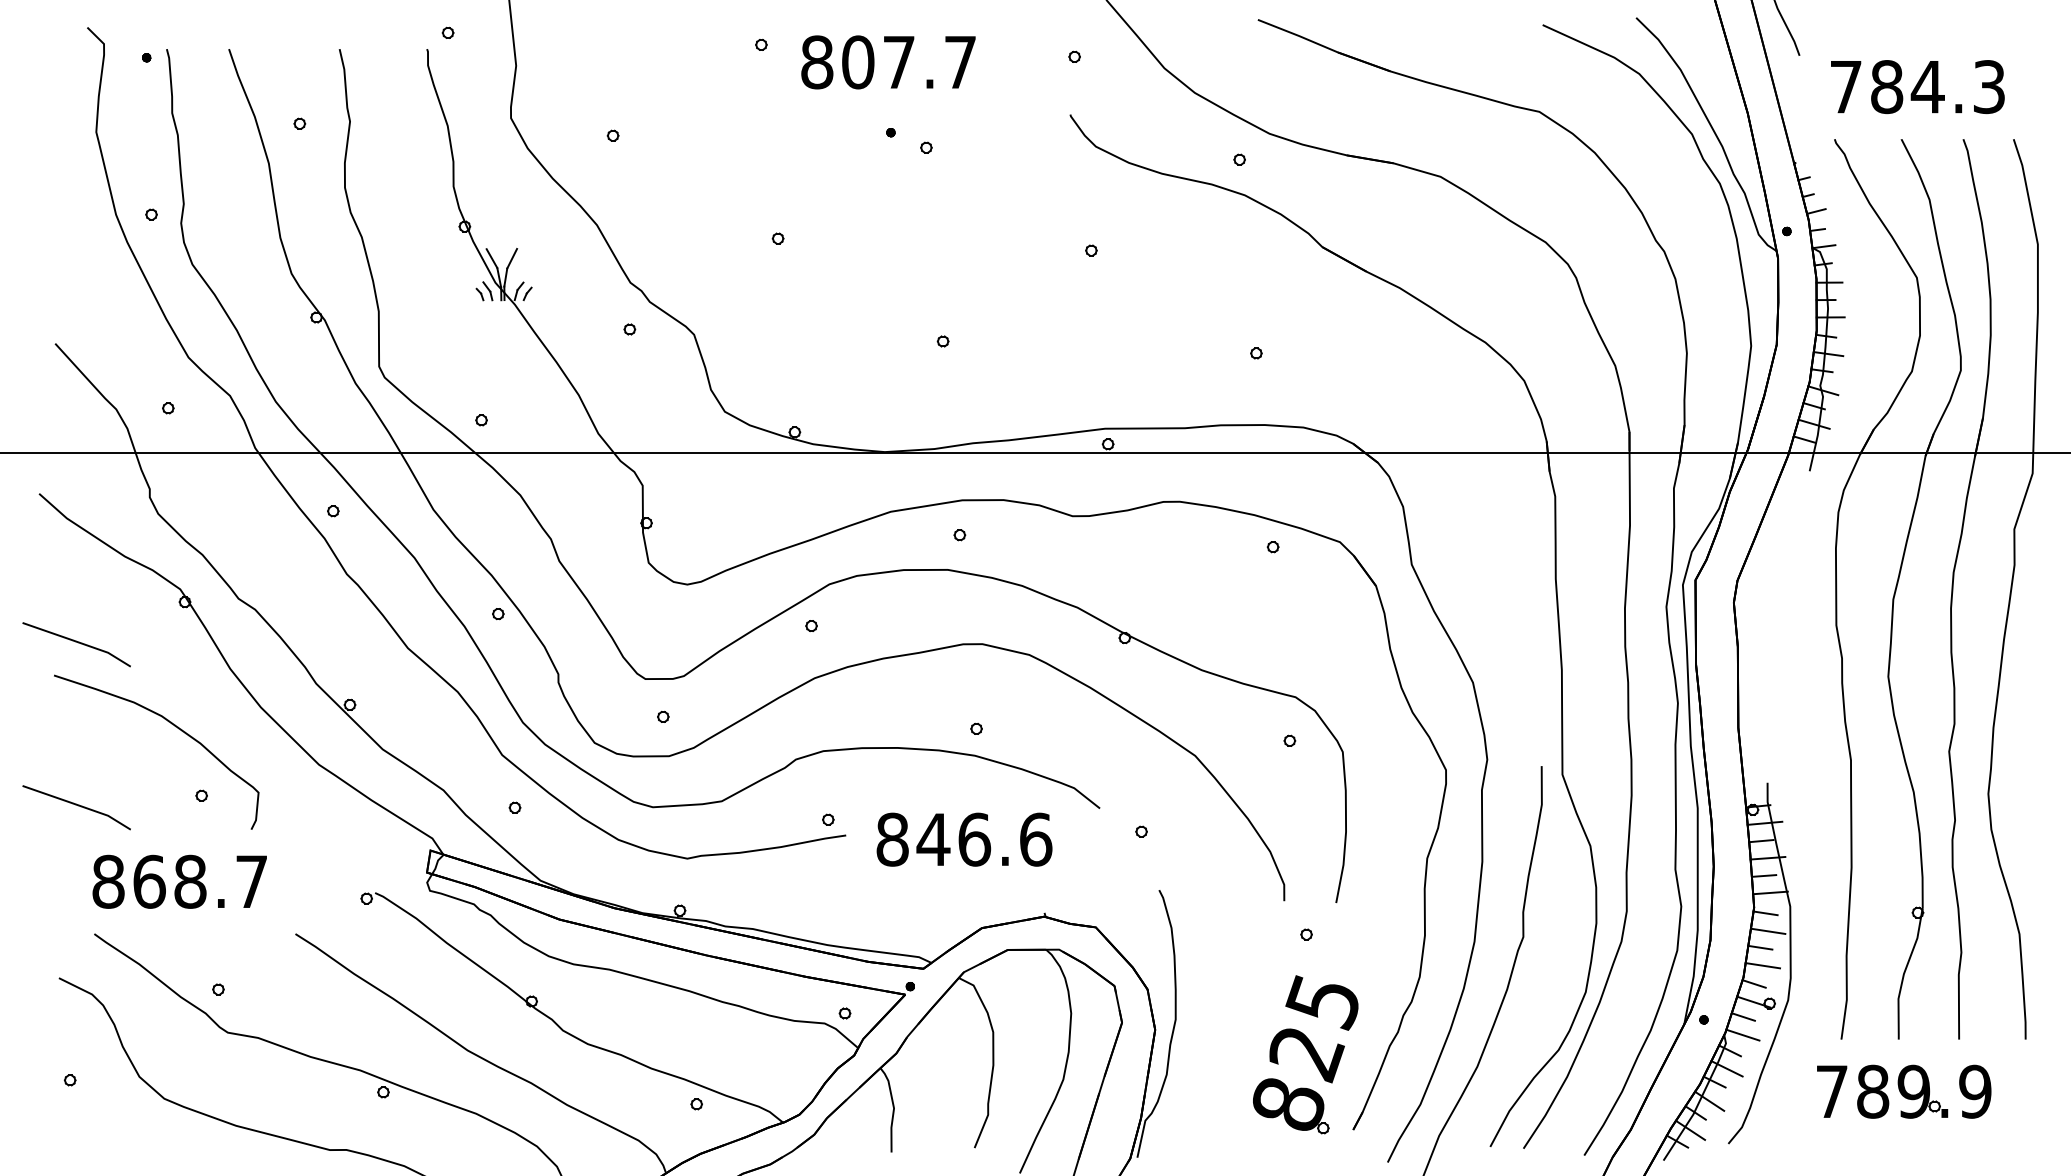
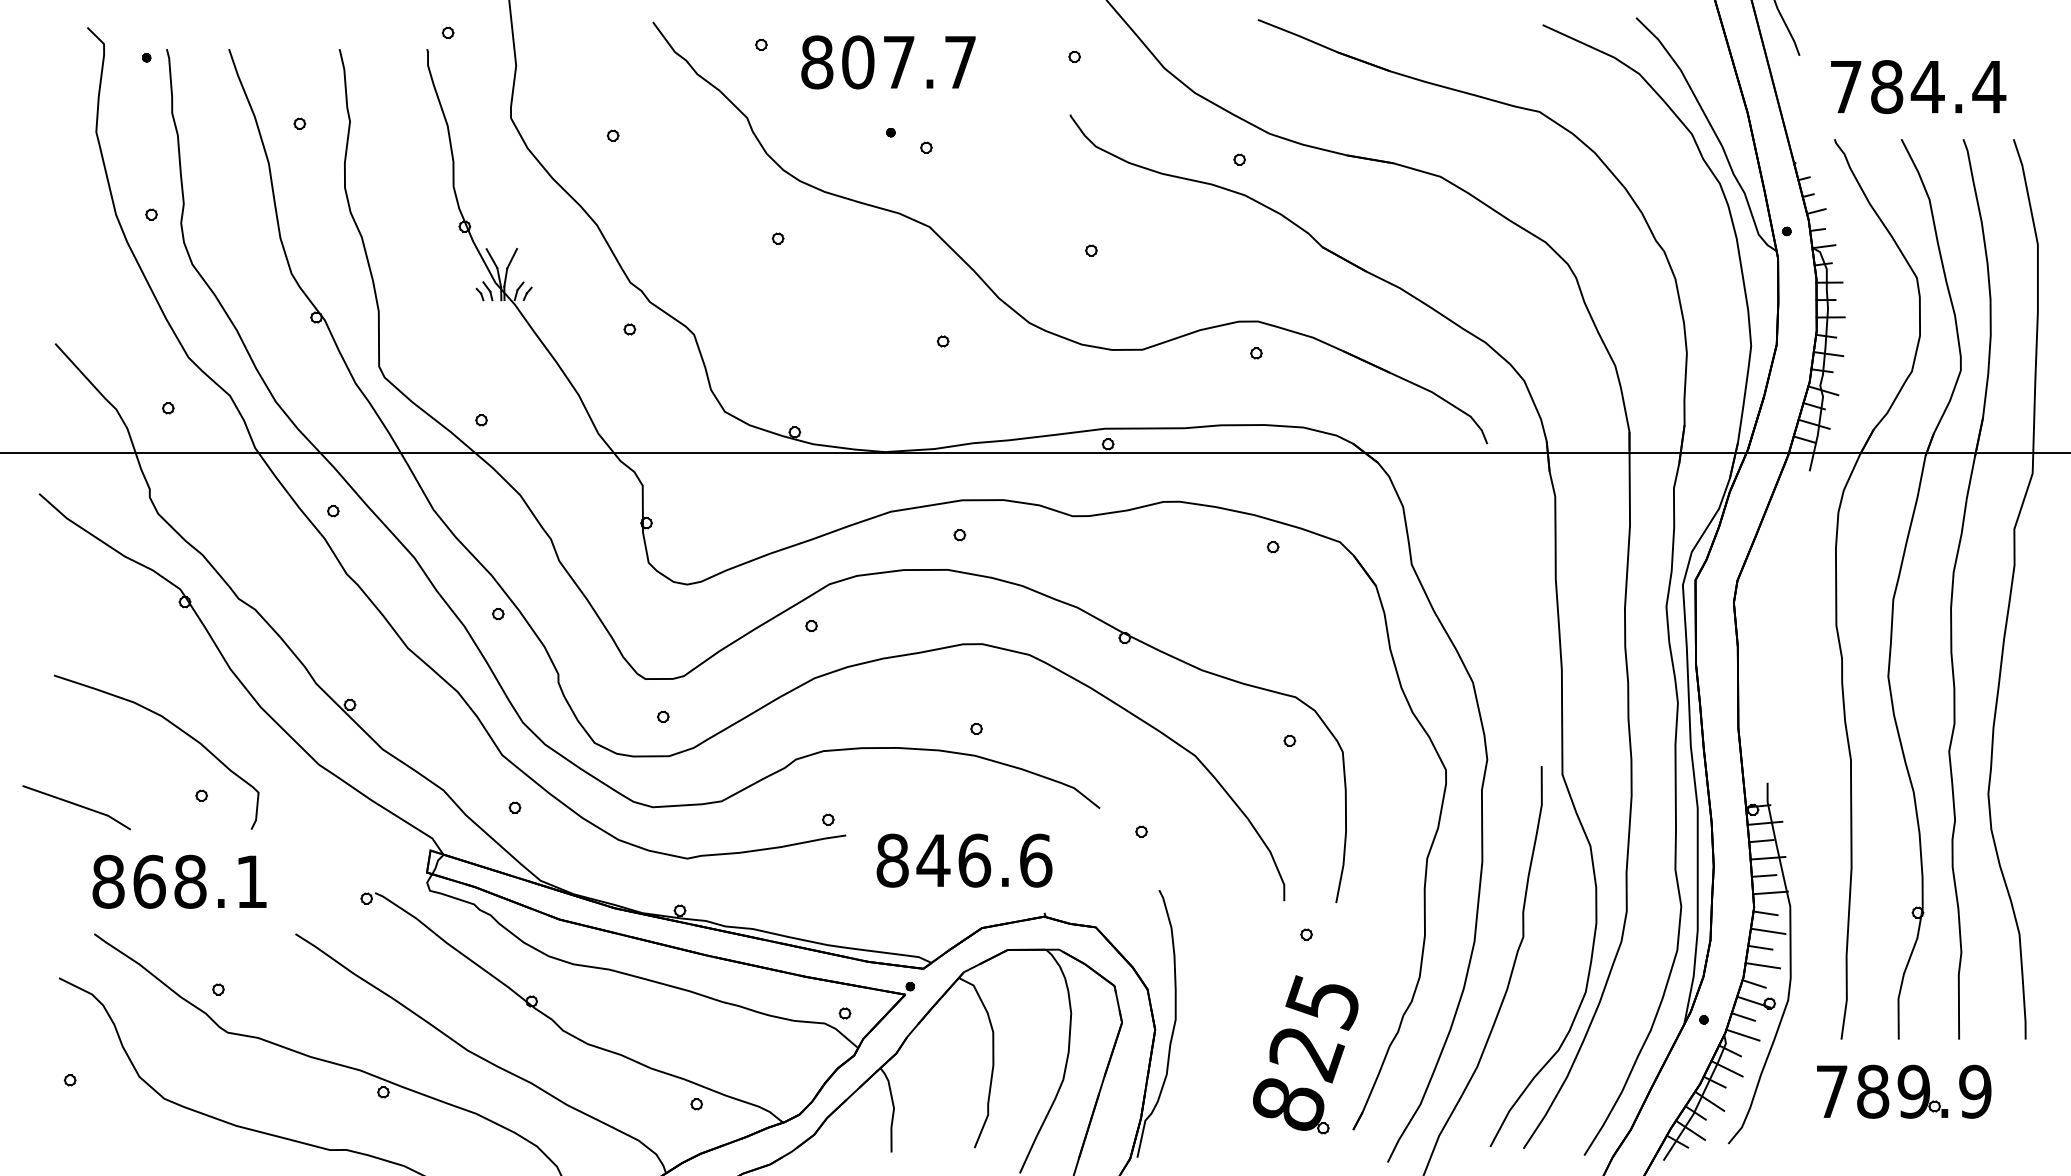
text at (1989, 87): 784.3 -> 784.4
part at (1007, 303): none -> present
line at (76, 642): present -> none
text at (964, 839) position: (964, 839) -> (964, 860)
text at (251, 881): 868.7 -> 868.1
